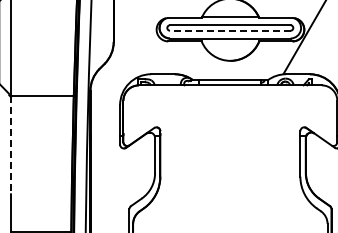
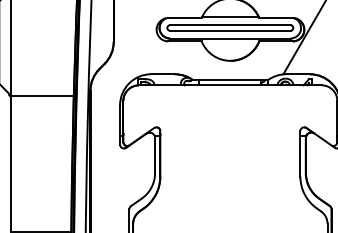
line at (229, 30): dashed -> solid
line at (11, 144): dashed -> solid
